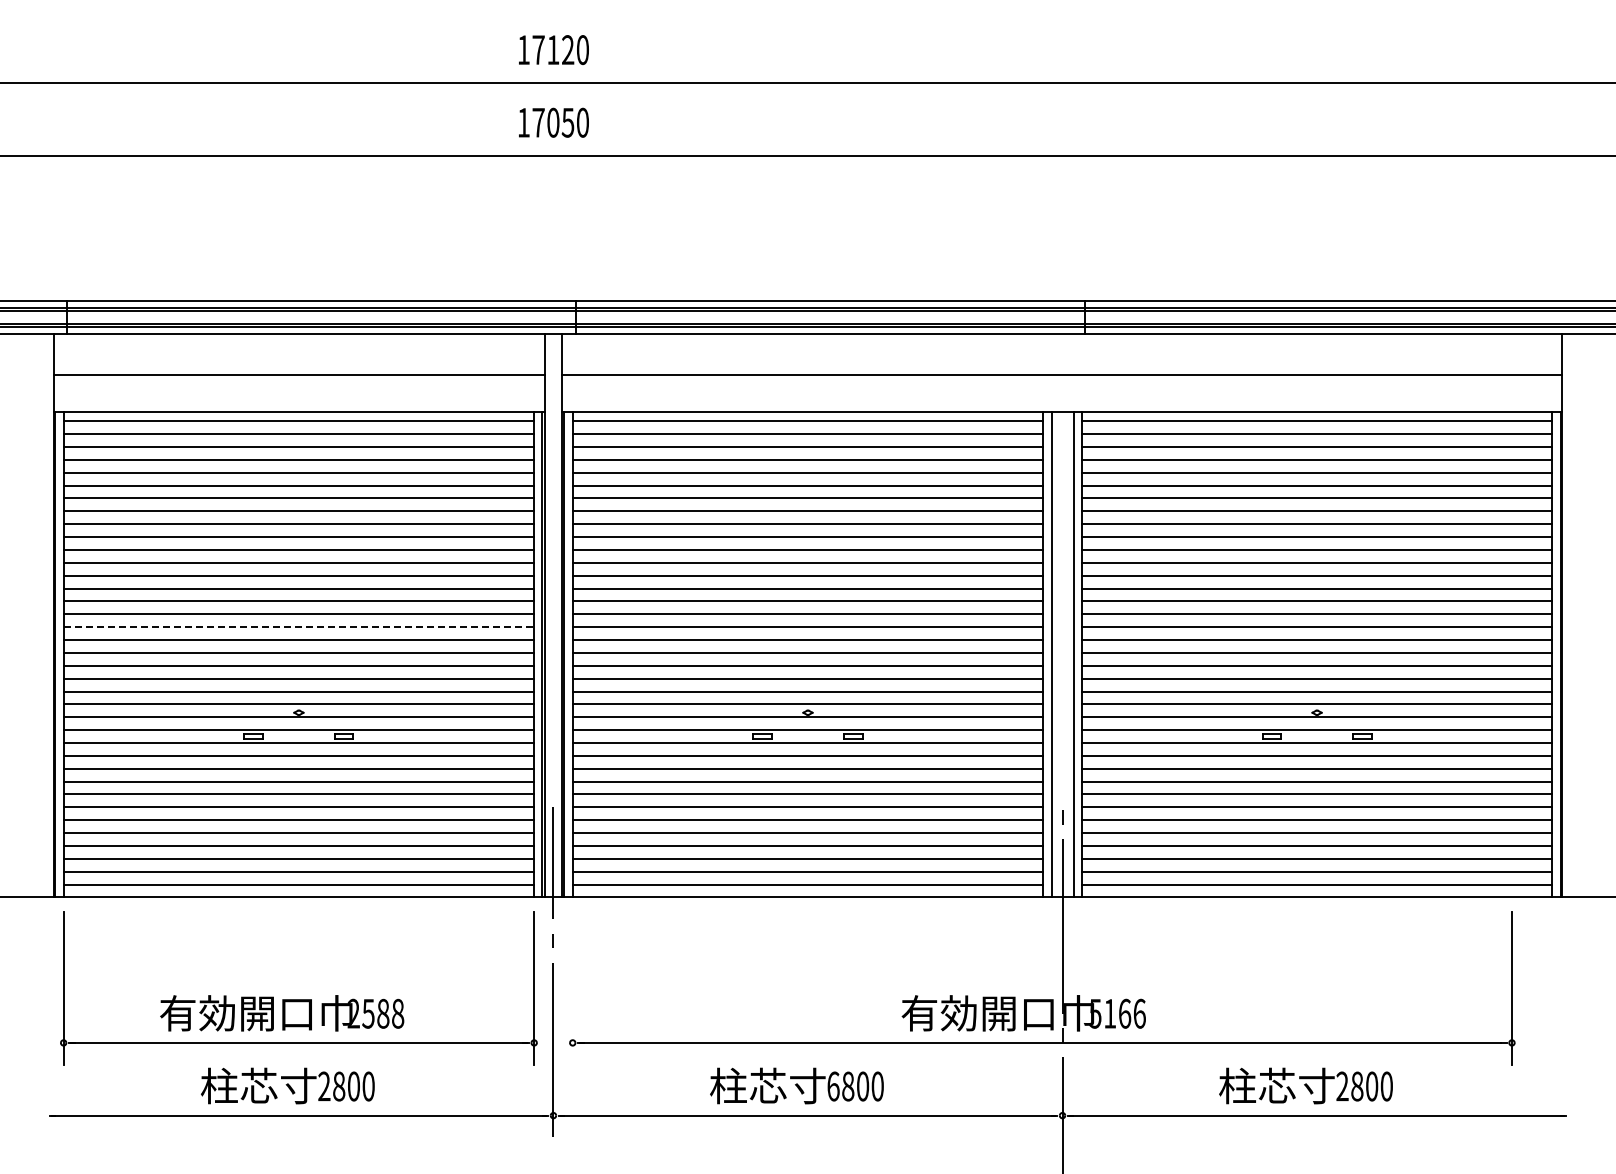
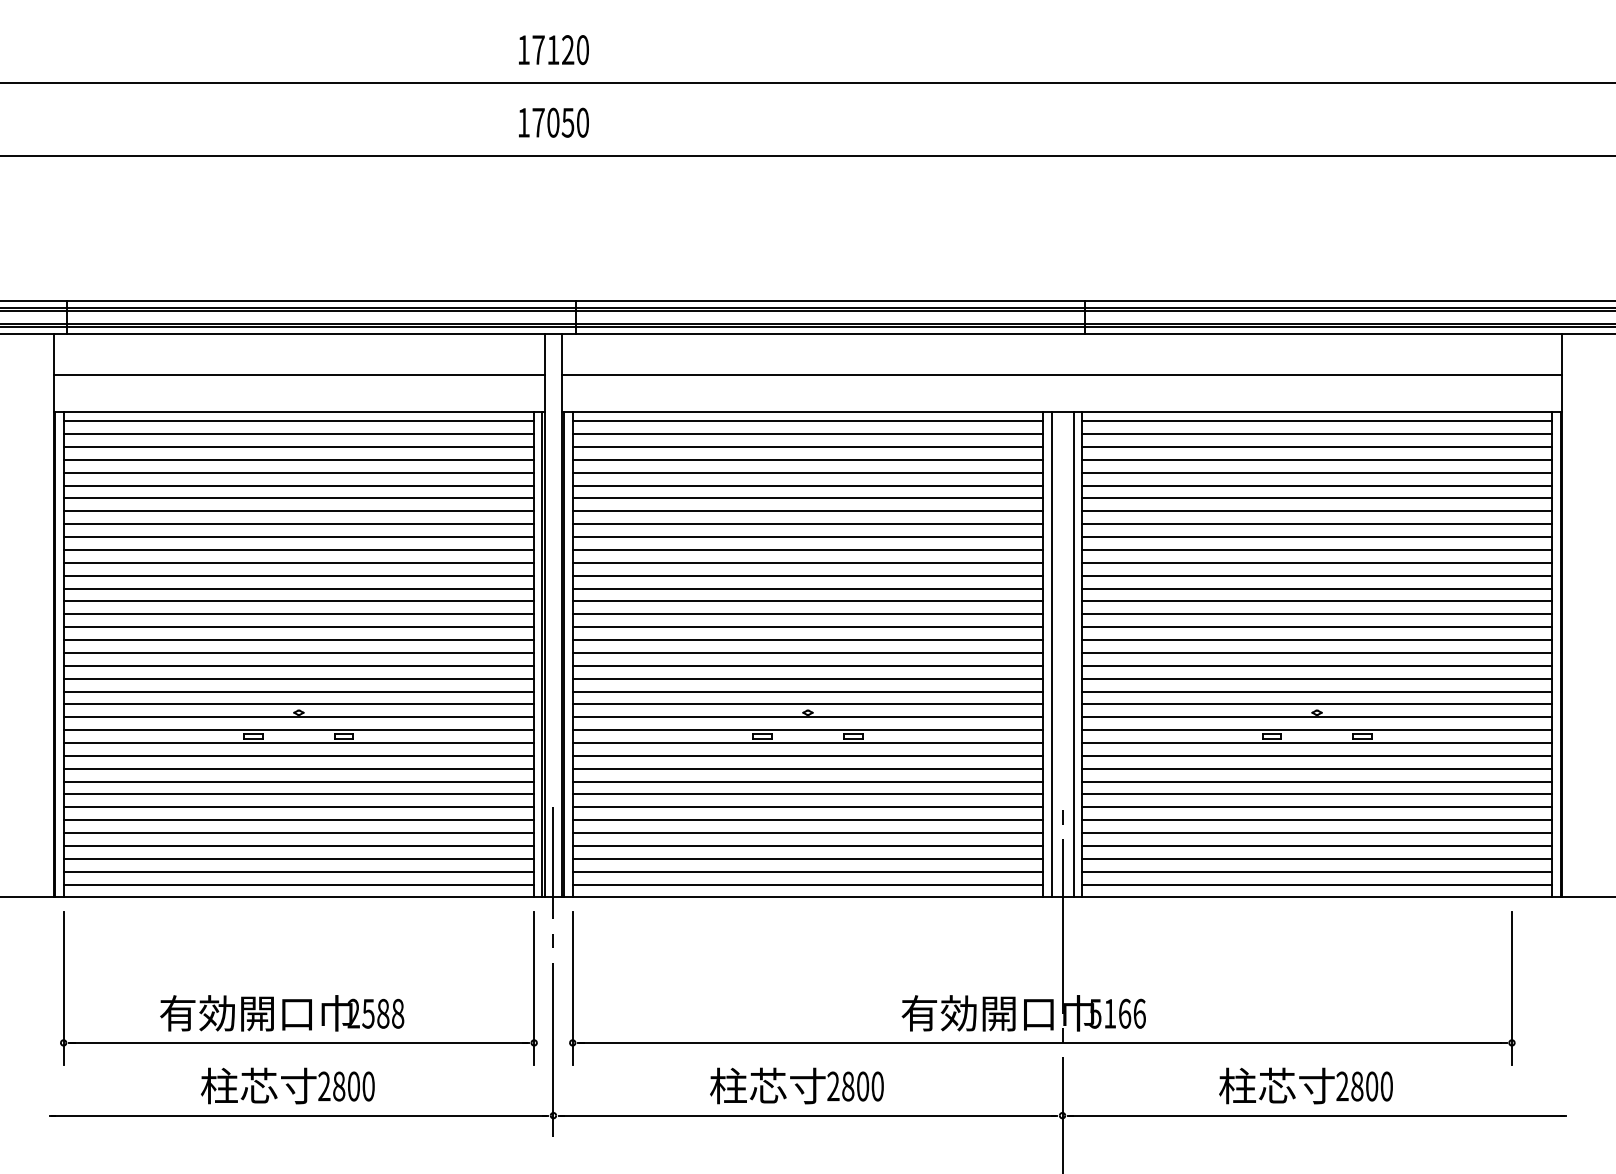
line at (299, 627): dashed -> solid
line at (572, 988): none -> present
text at (833, 1086): 6800 -> 2800
